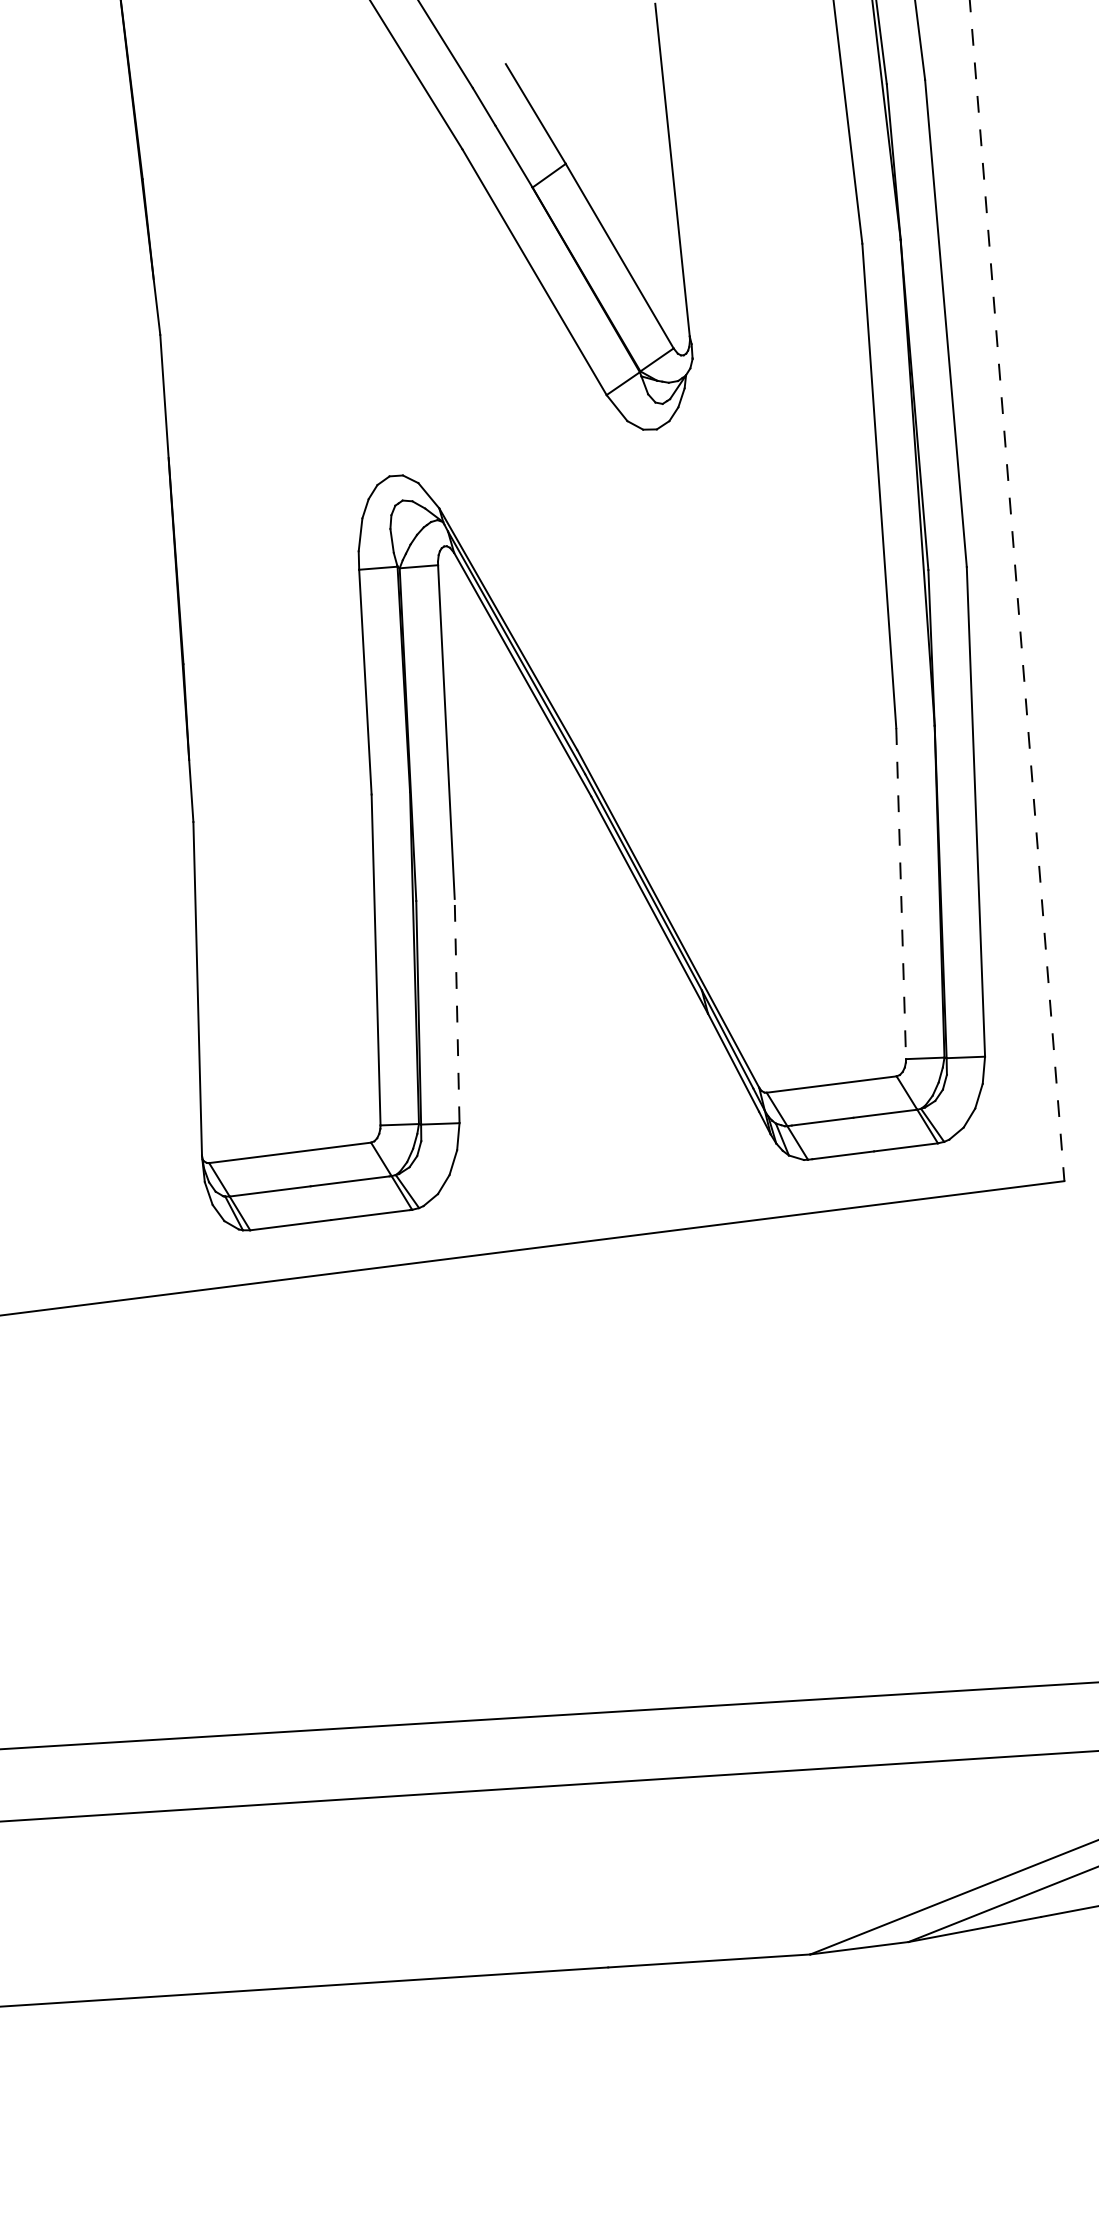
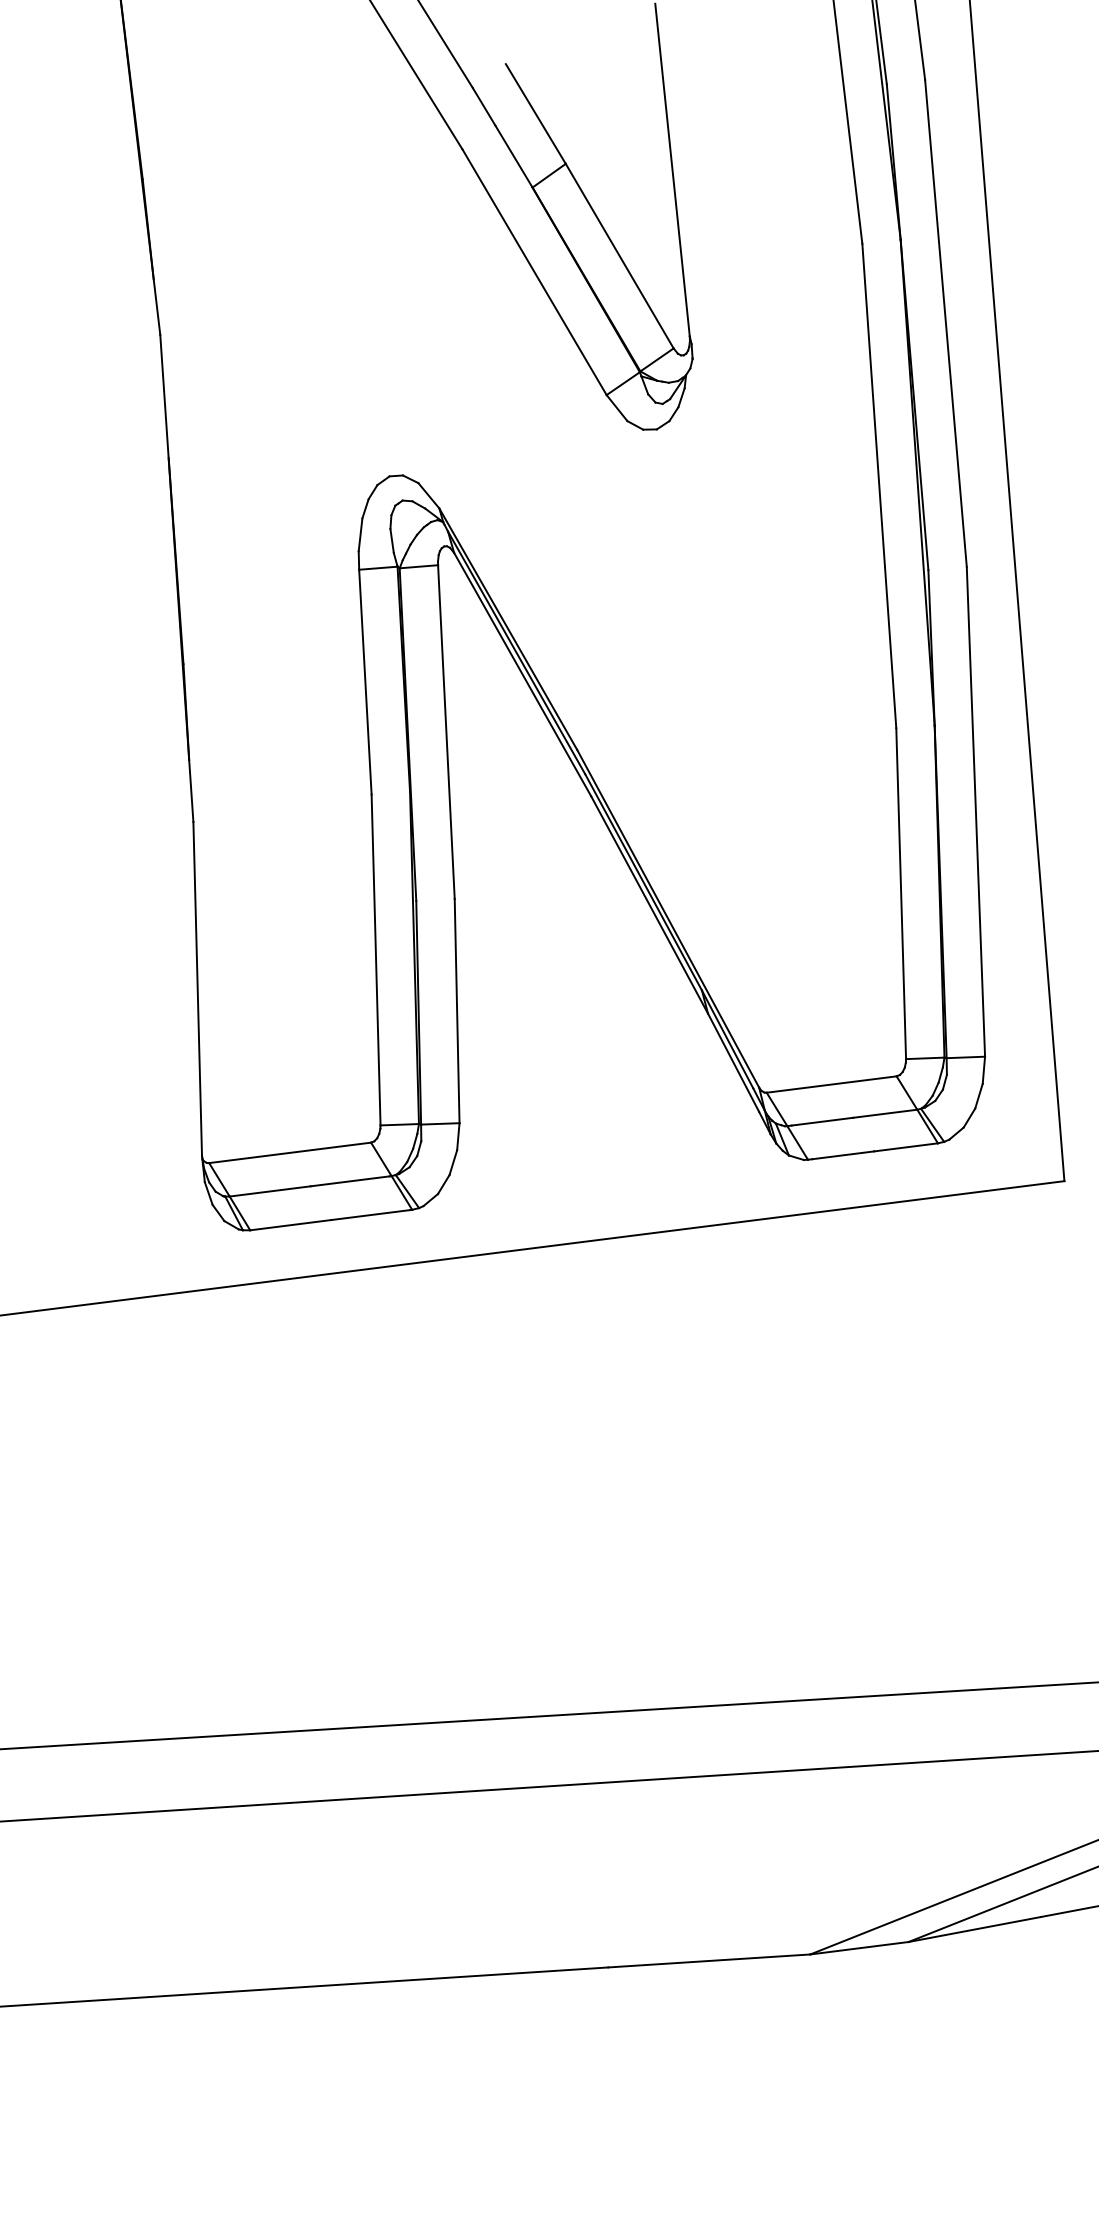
line at (1017, 591): dashed -> solid
line at (901, 893): dashed -> solid
line at (457, 1010): dashed -> solid
